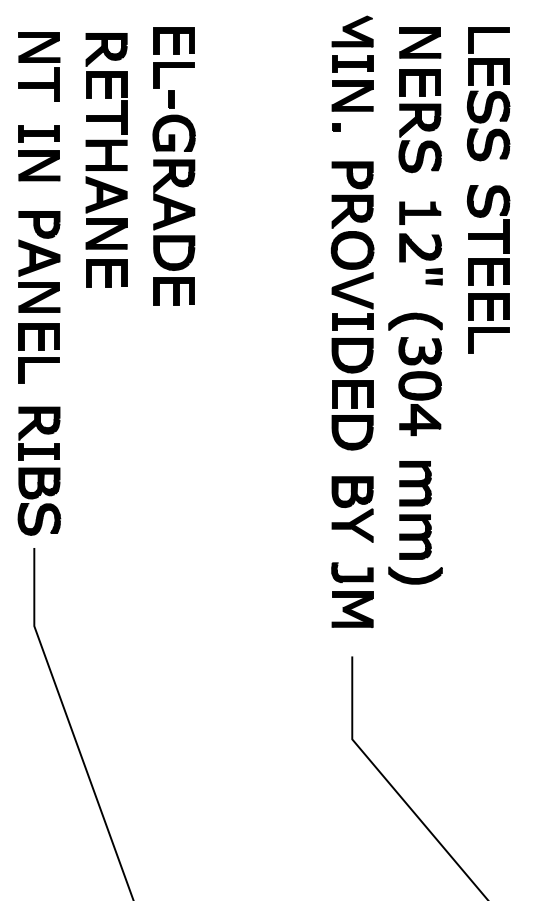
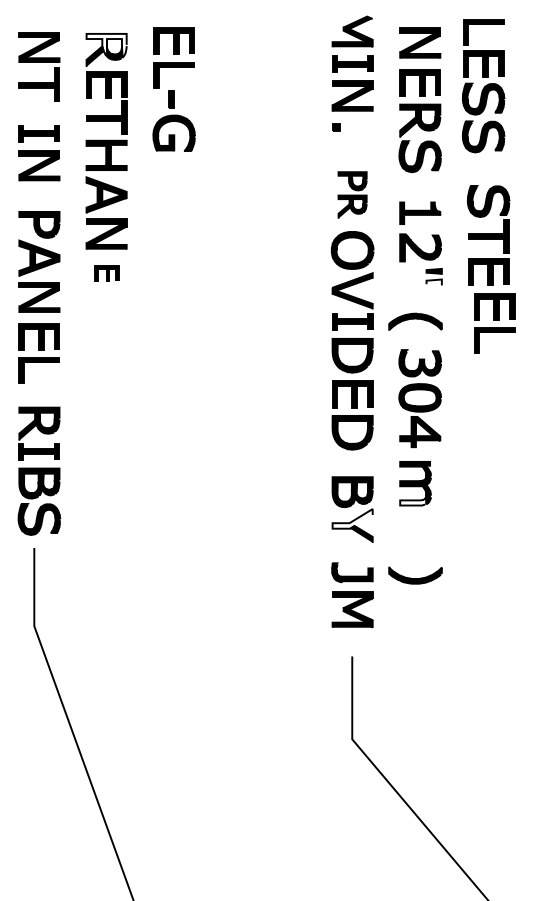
fill at (106, 45): present -> none
part at (488, 94) position: (488, 94) -> (483, 86)
part at (352, 194) size: 43x68 px -> 31x48 px
part at (174, 232): present -> none
part at (106, 273) size: 42x29 px -> 26x17 px
fill at (433, 282): present -> none
part at (488, 323) position: (488, 323) -> (494, 323)
part at (419, 386) position: (419, 386) -> (419, 398)
fill at (413, 499): present -> none
fill at (352, 518): present -> none
part at (415, 536): present -> none
